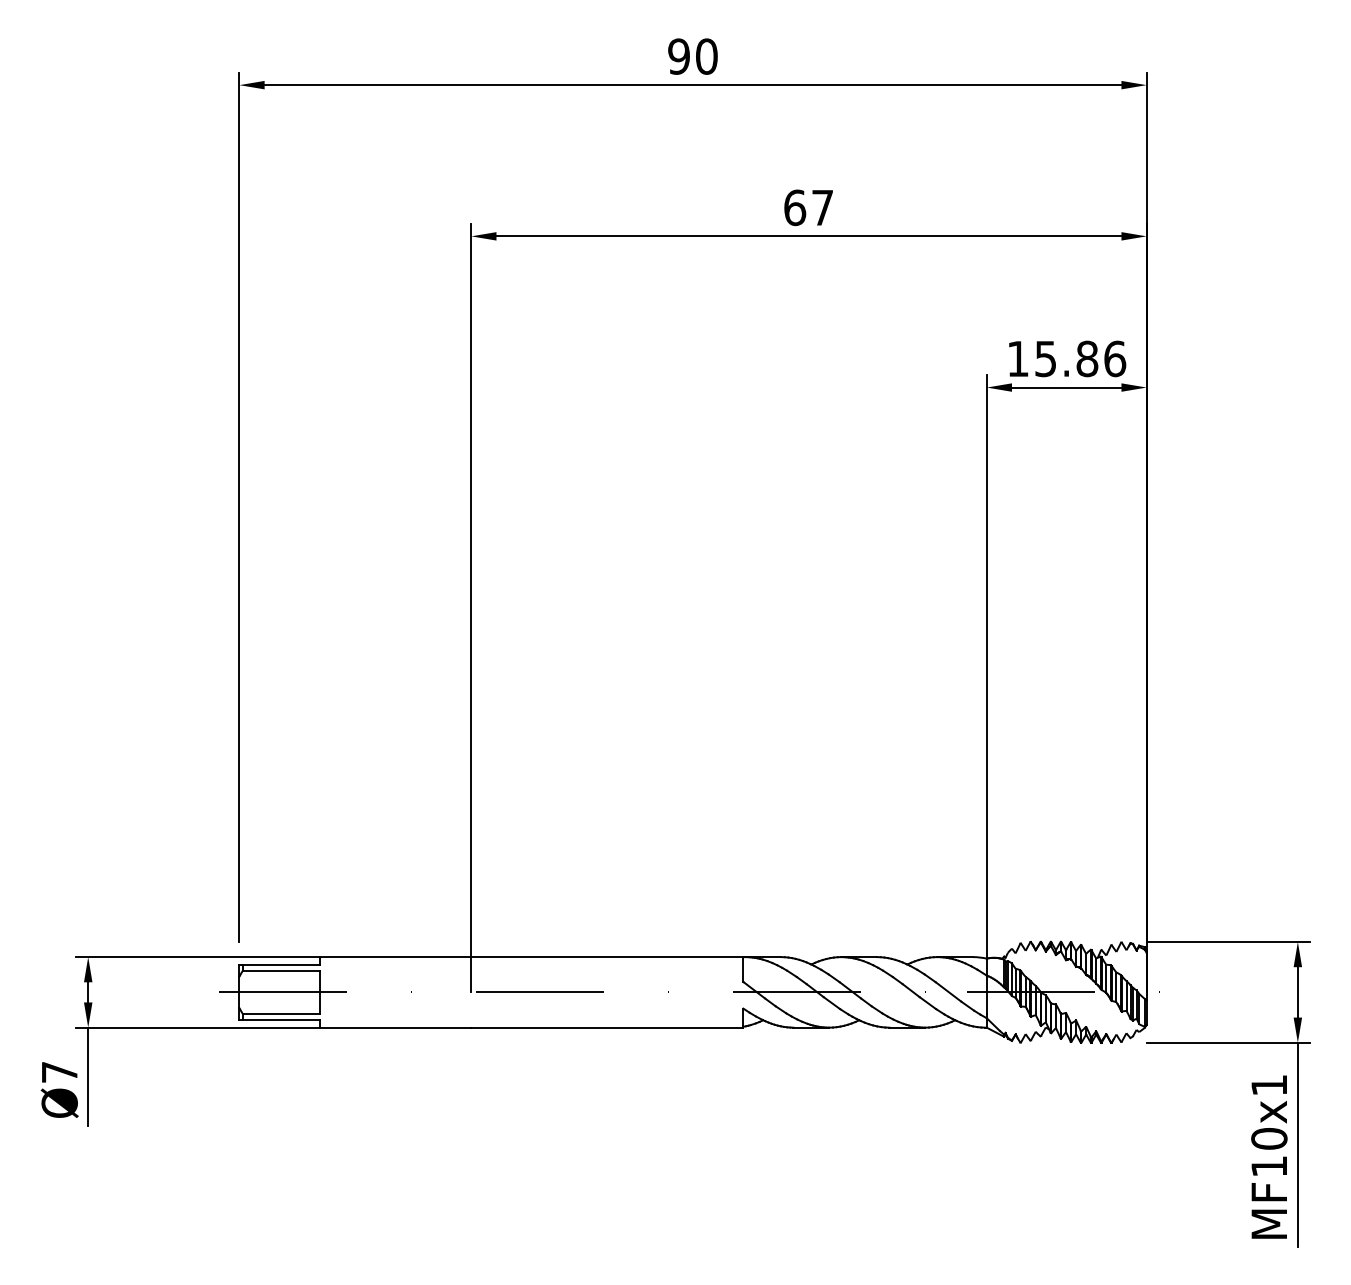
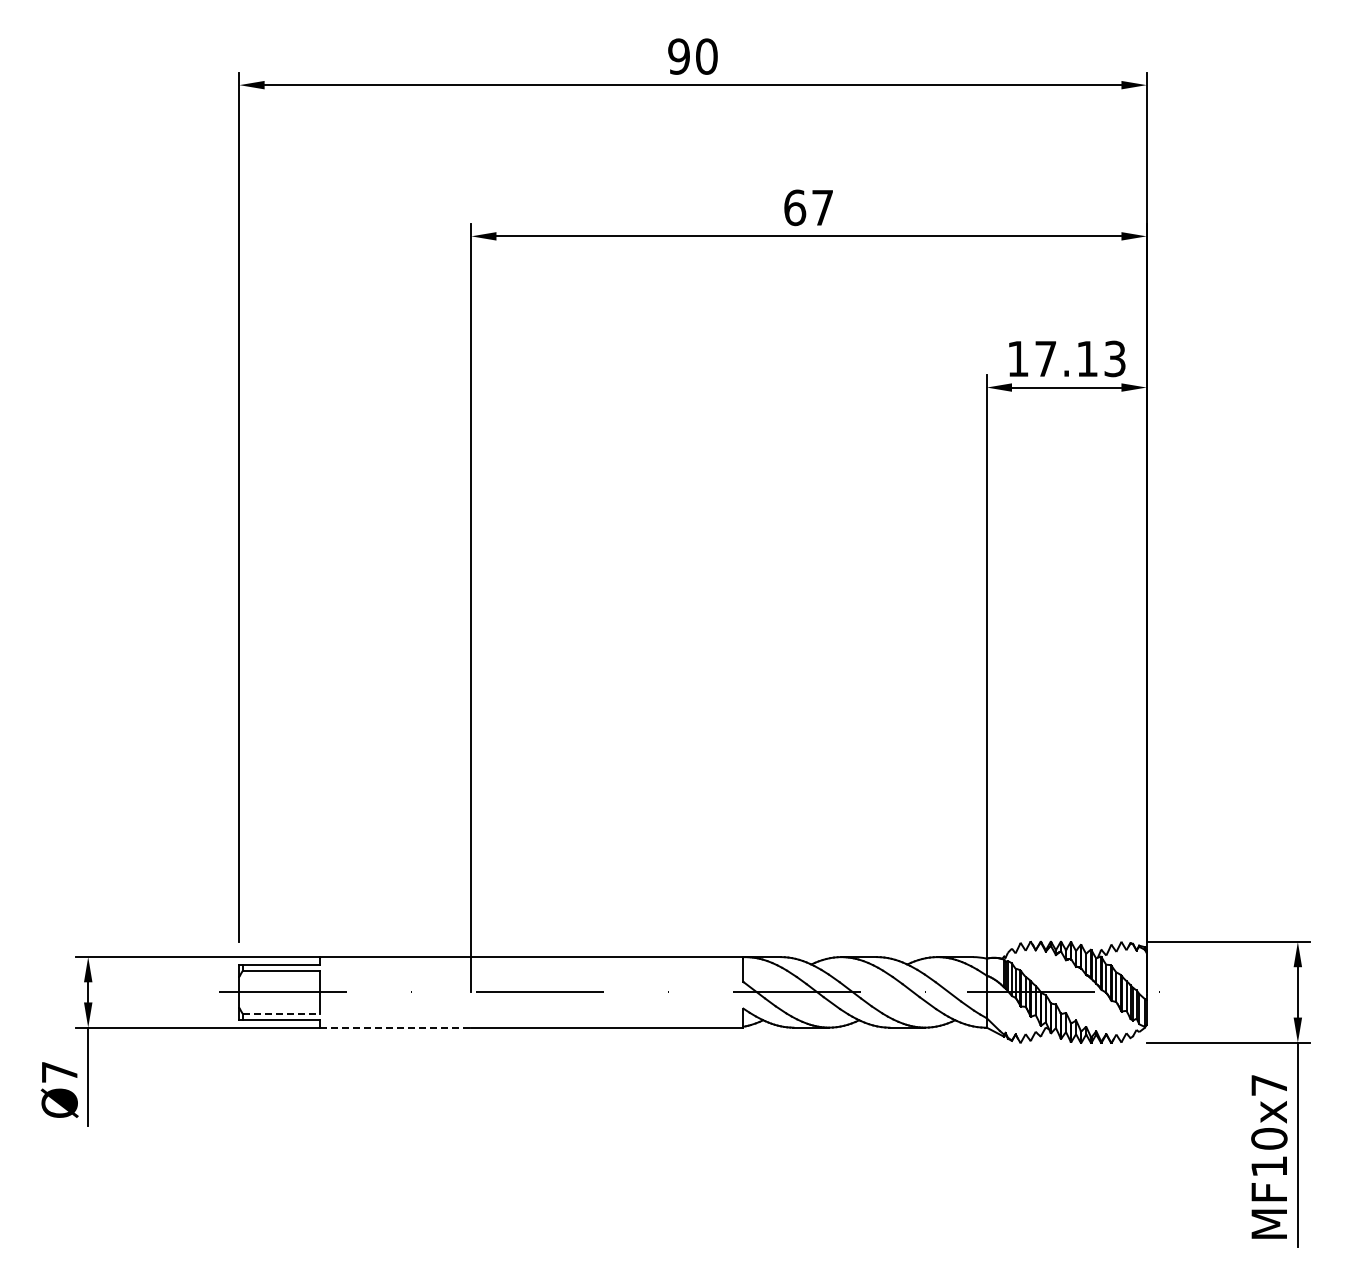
text at (1080, 358): 15.86 -> 17.13
line at (281, 1014): solid -> dashed
line at (395, 1027): solid -> dashed
text at (1268, 1085): MF10x1 -> MF10x7
